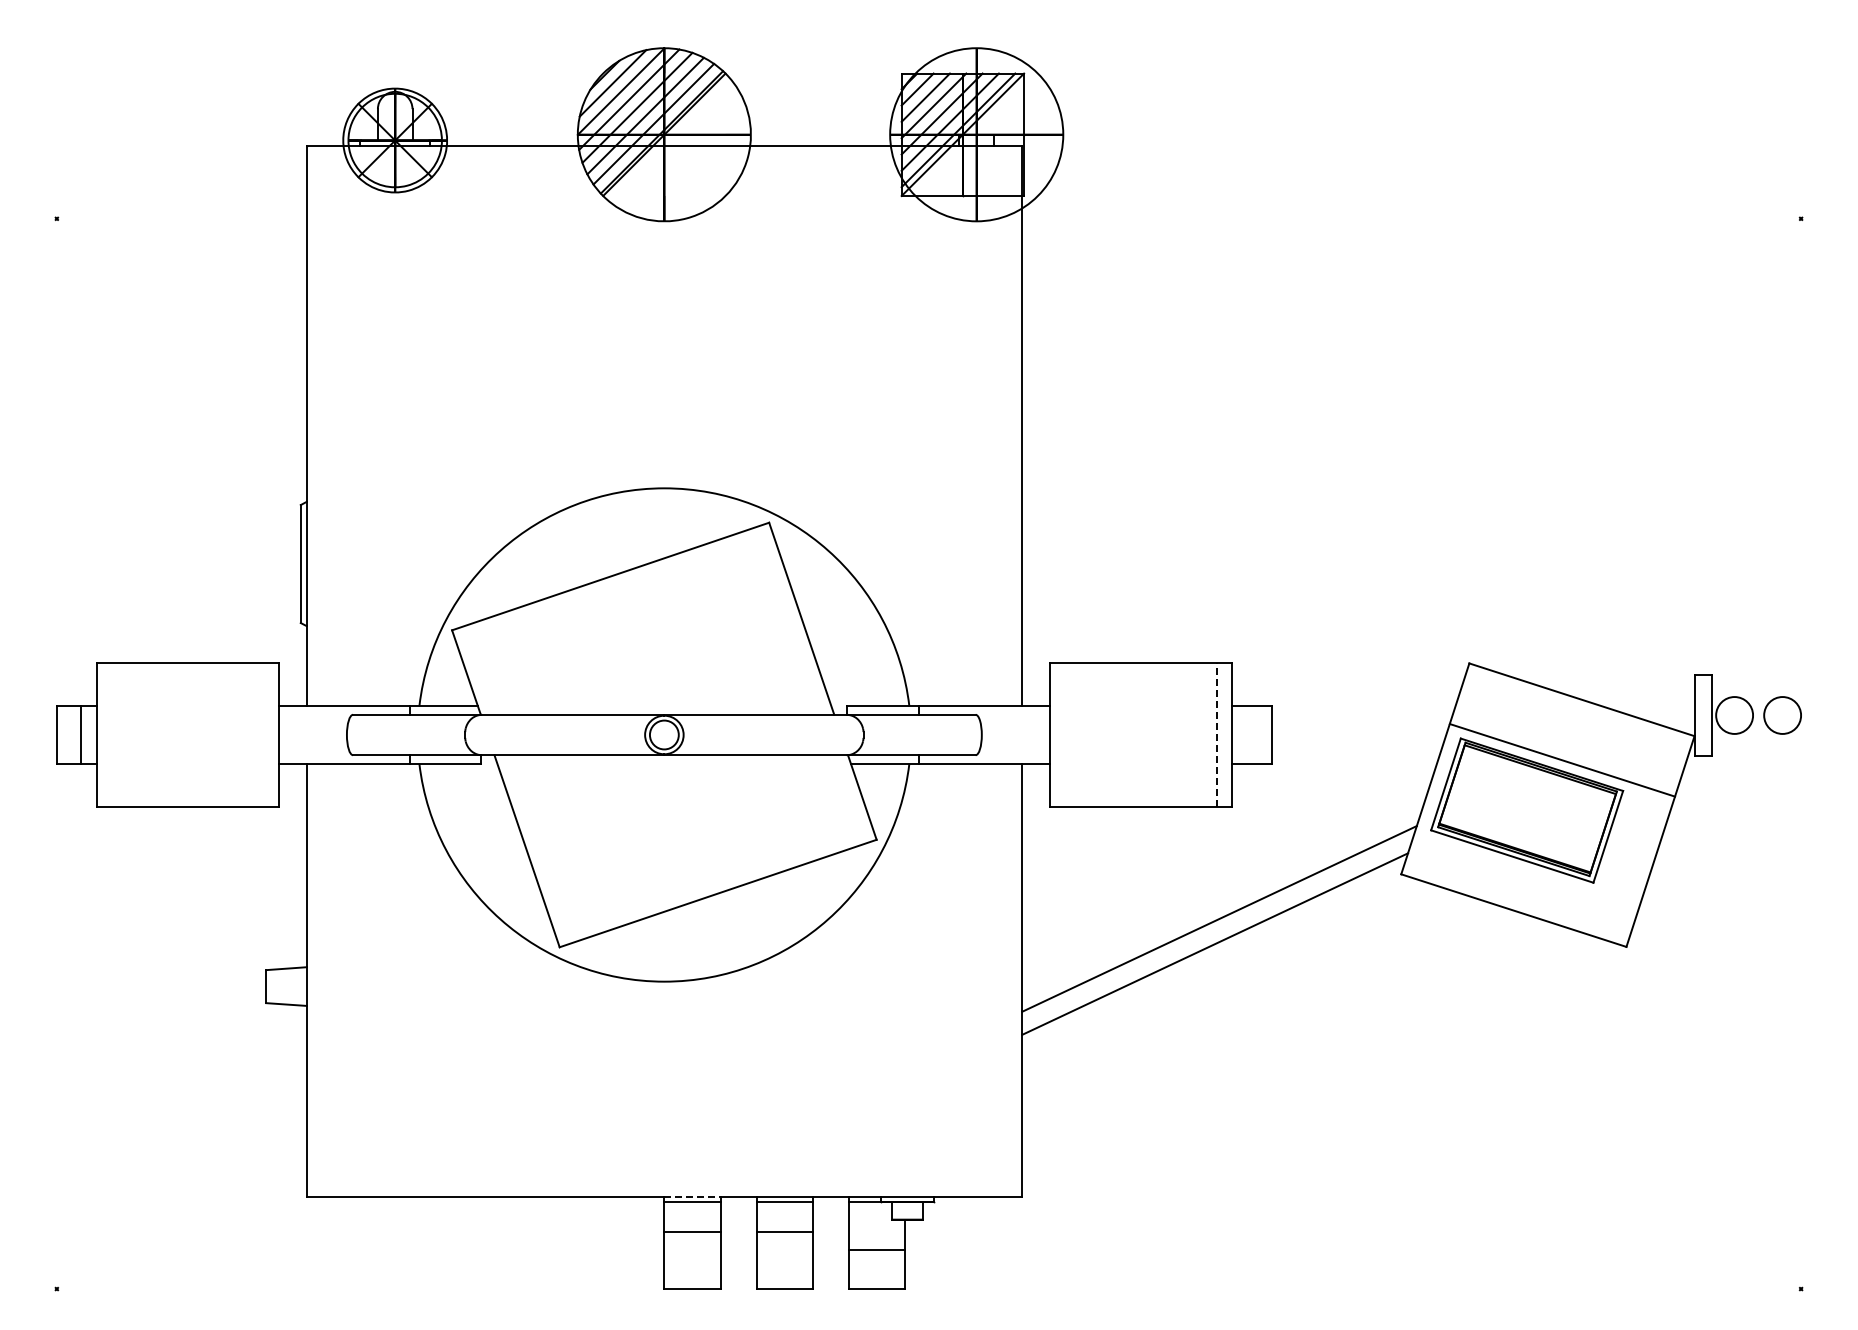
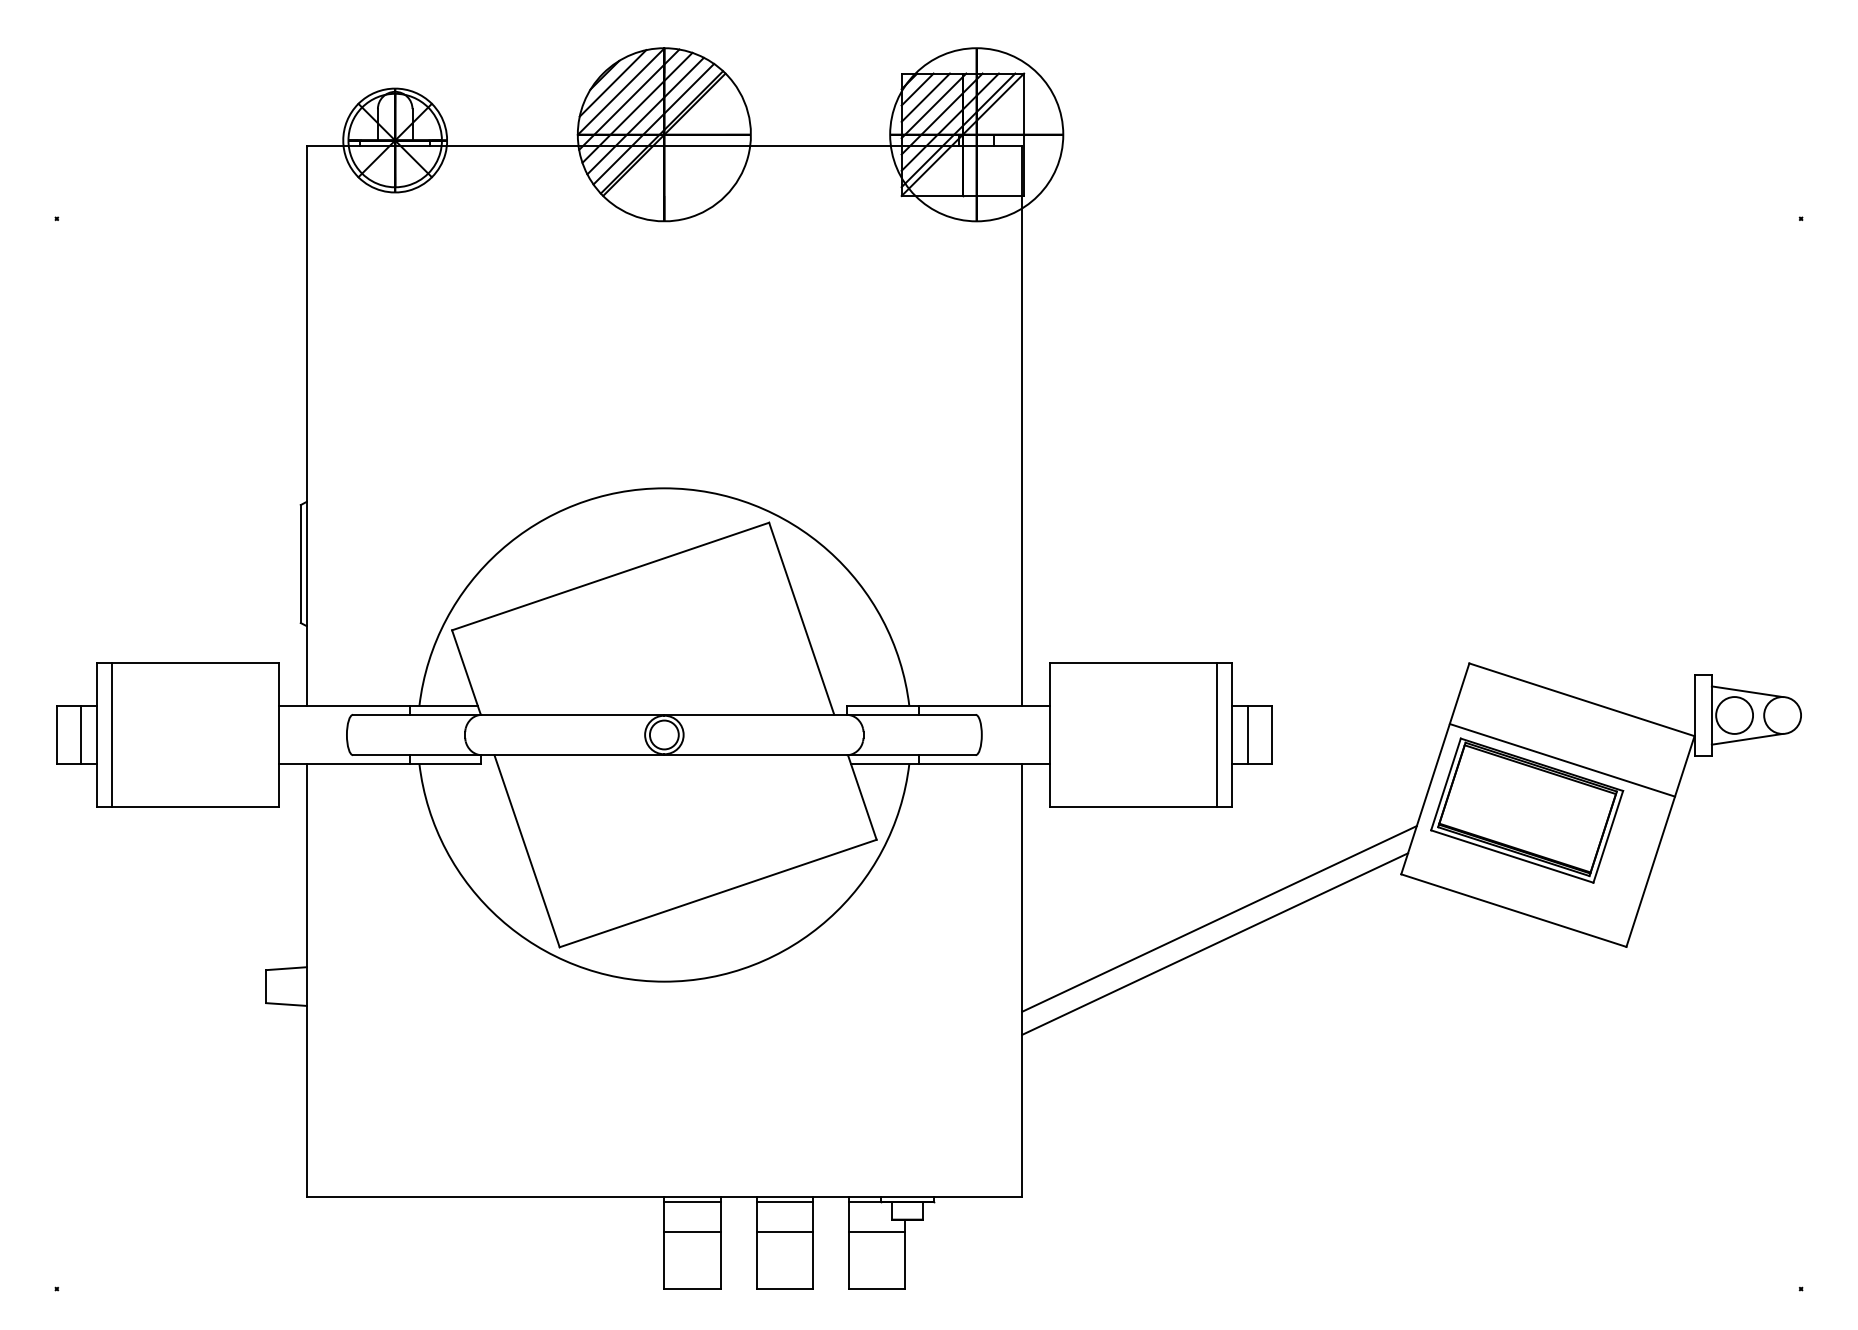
line at (1746, 691): none -> present
line at (111, 734): none -> present
line at (1216, 734): dashed -> solid
line at (1247, 734): none -> present
line at (1746, 738): none -> present
line at (693, 1196): dashed -> solid
line at (876, 1249) position: (876, 1249) -> (876, 1231)
